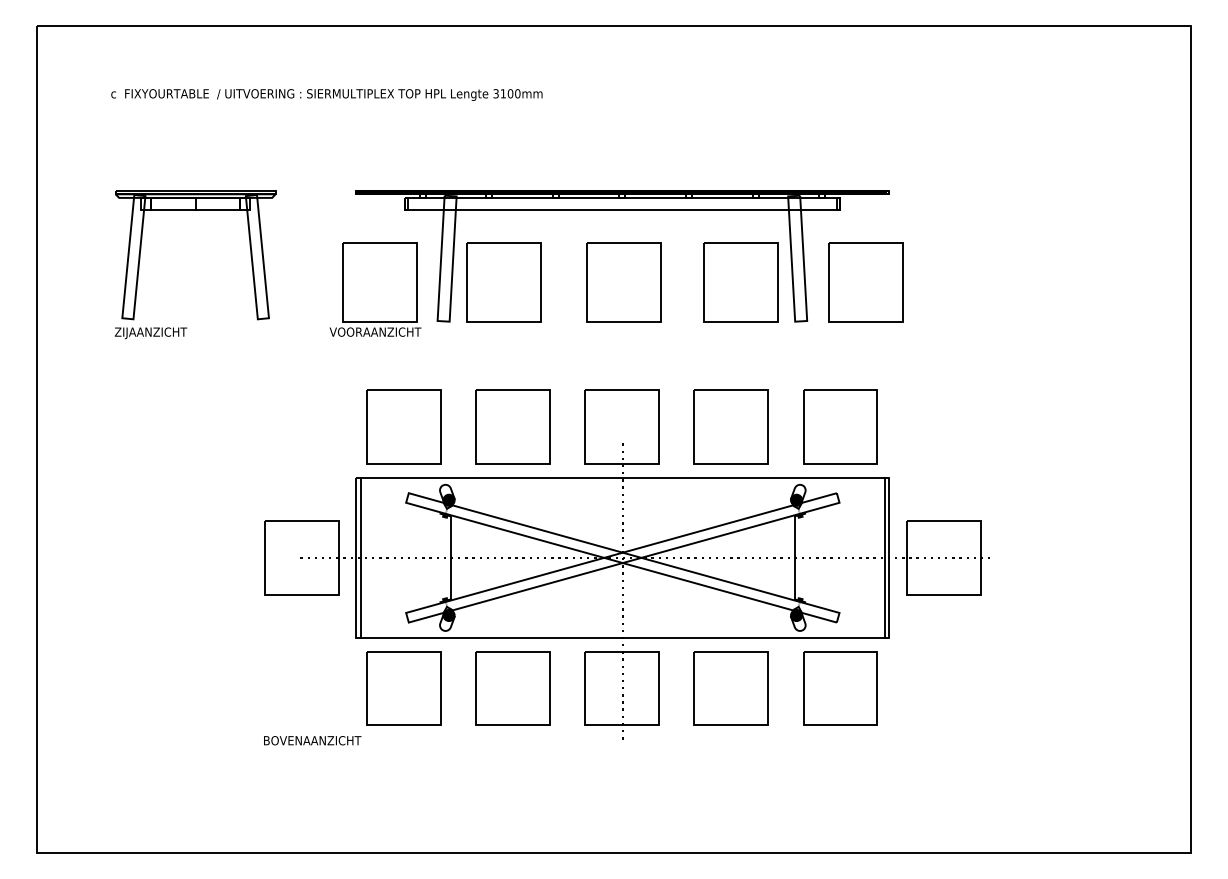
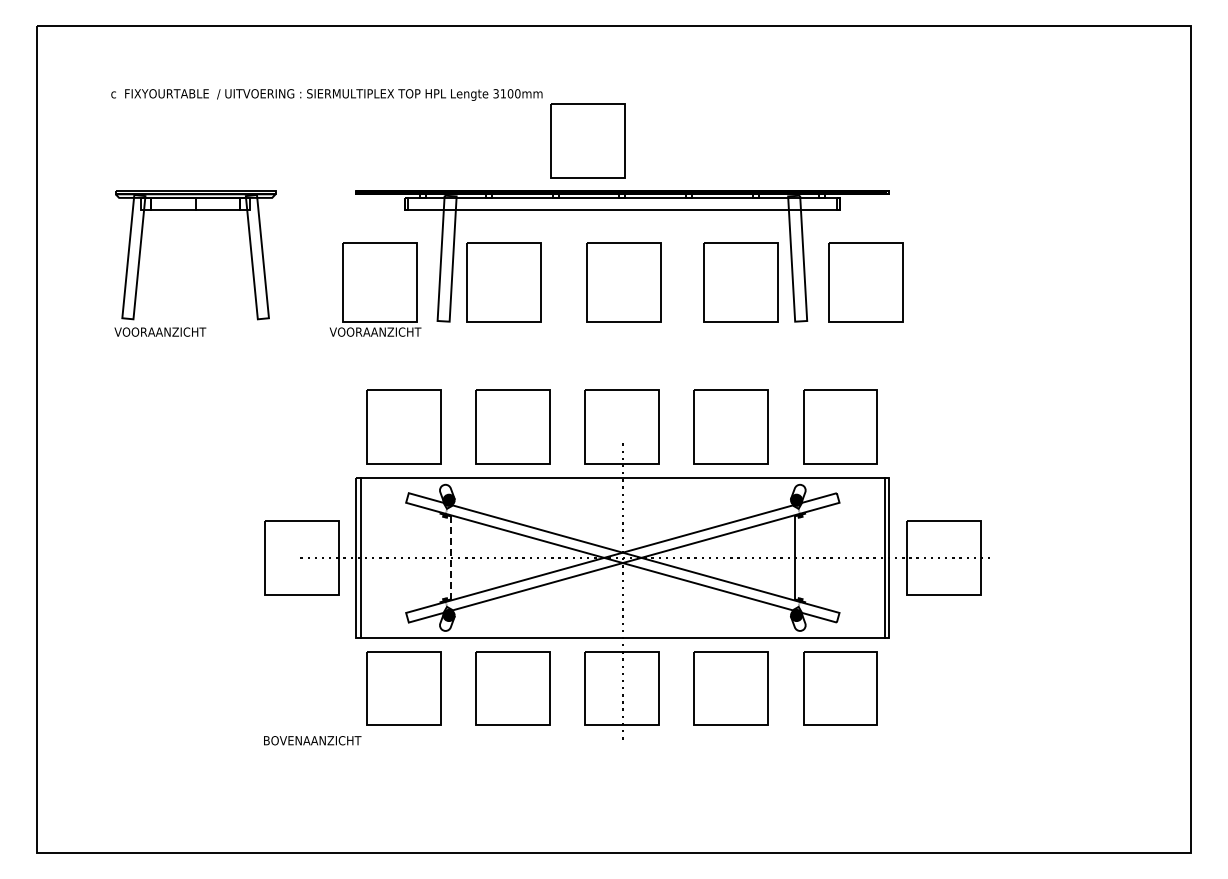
part at (587, 140): none -> present
text at (160, 333): ZIJAANZICHT -> VOORAANZICHT
line at (450, 557): solid -> dashed
